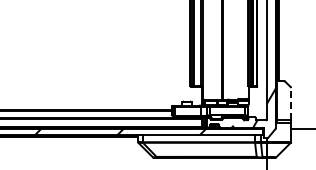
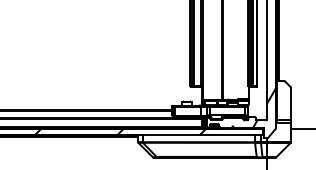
line at (291, 103): dashed -> solid
